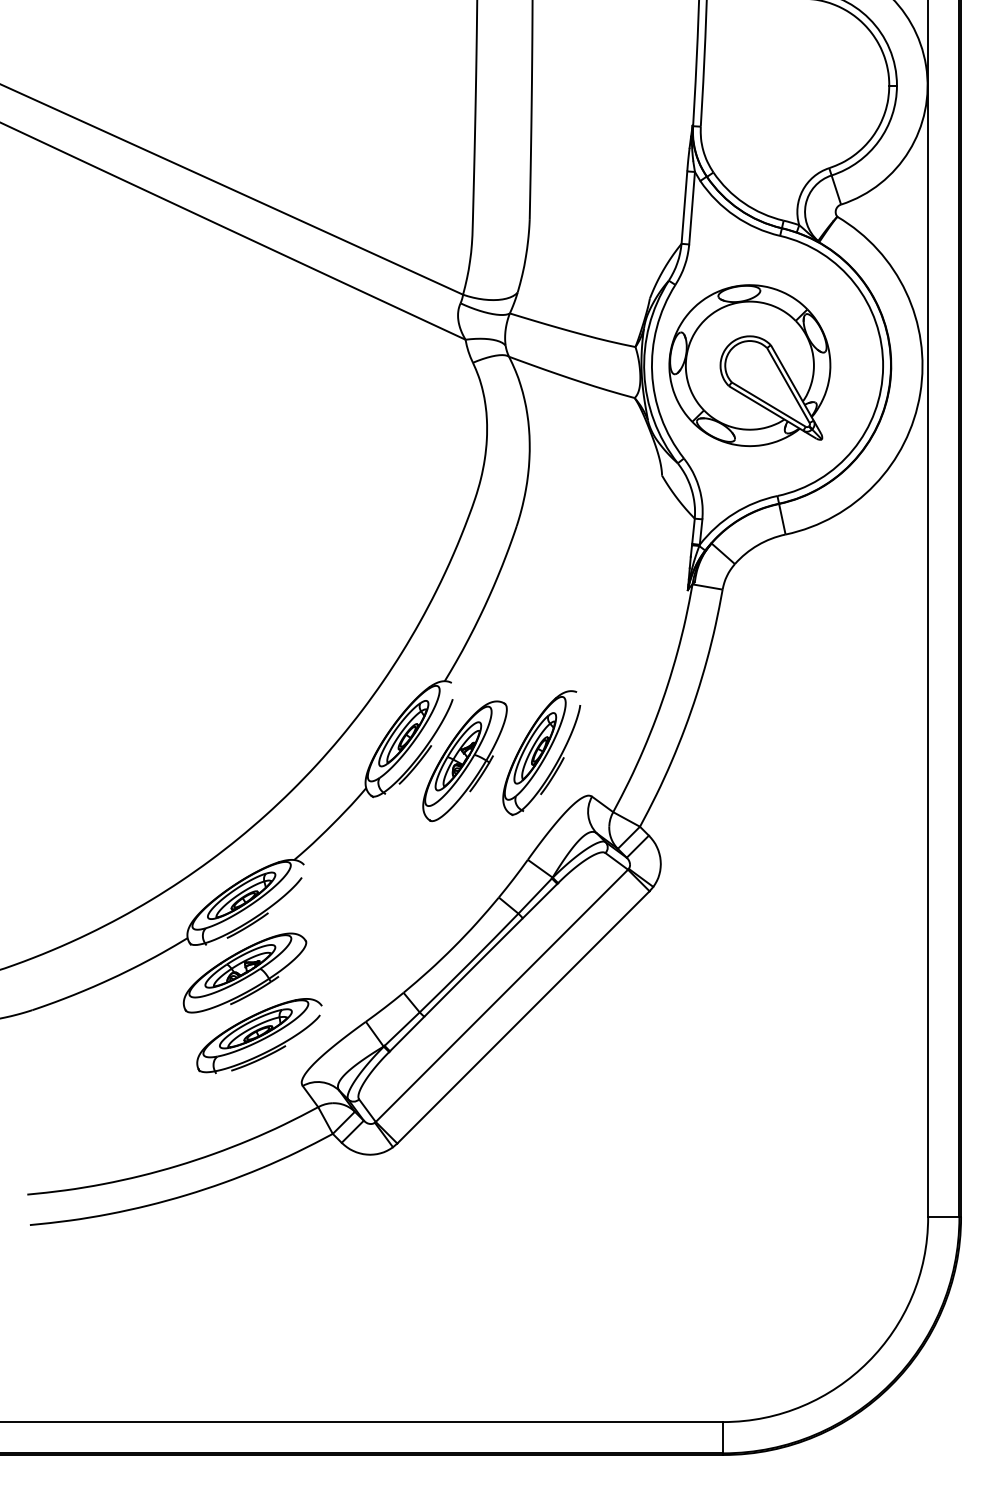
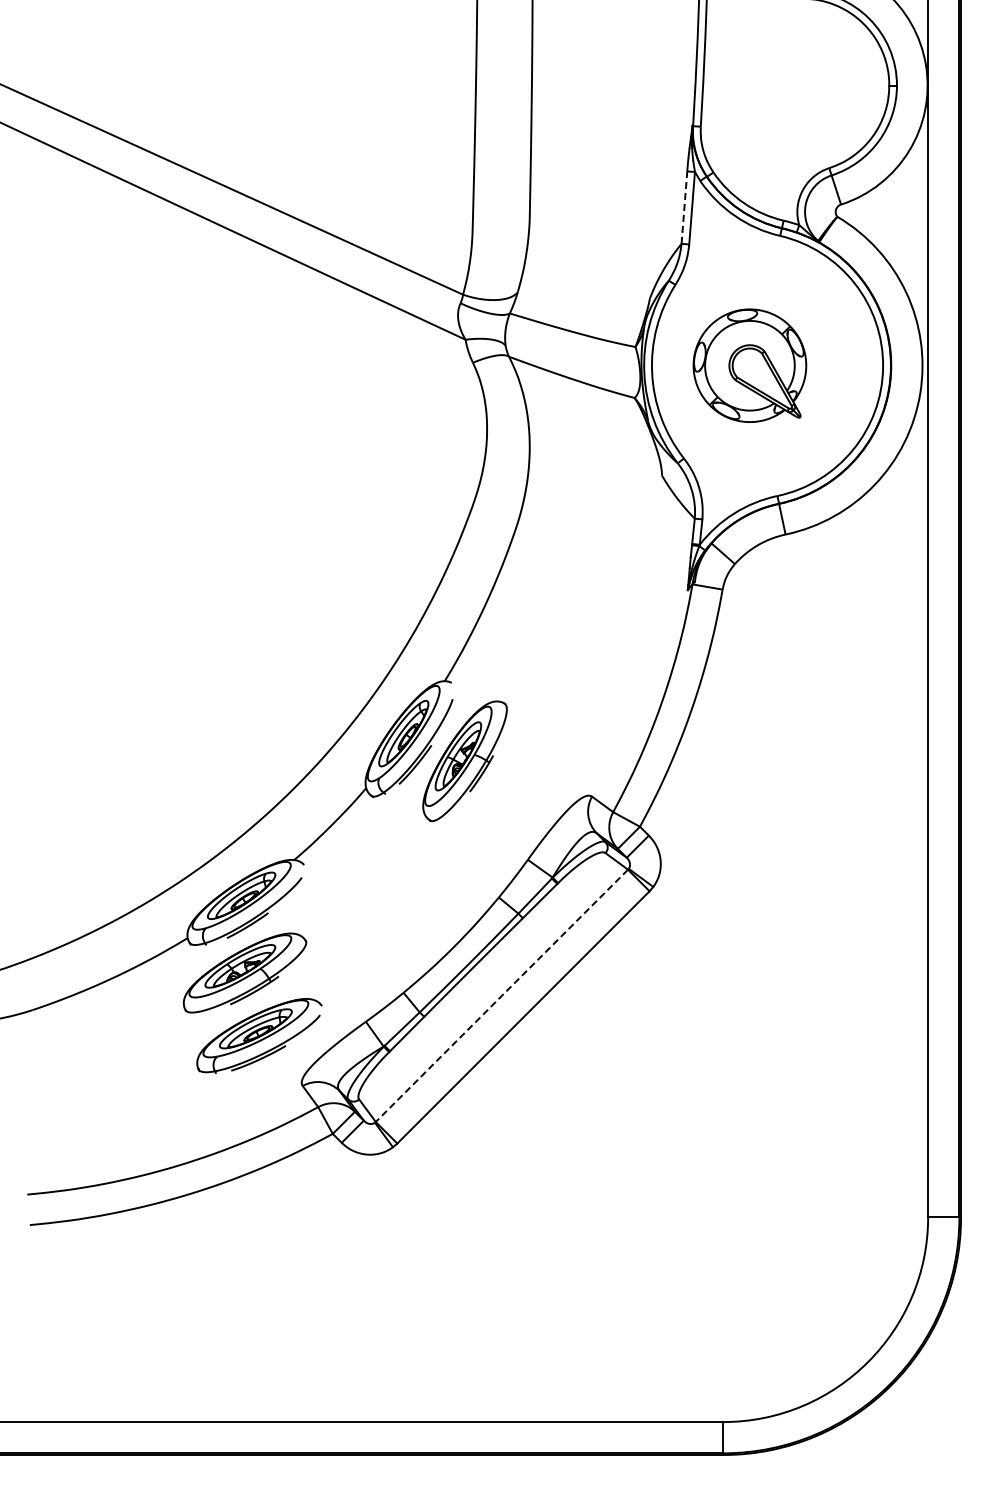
line at (684, 207): solid -> dashed
part at (749, 365) size: 164x164 px -> 116x115 px
part at (541, 753): present -> none
line at (501, 996): solid -> dashed
